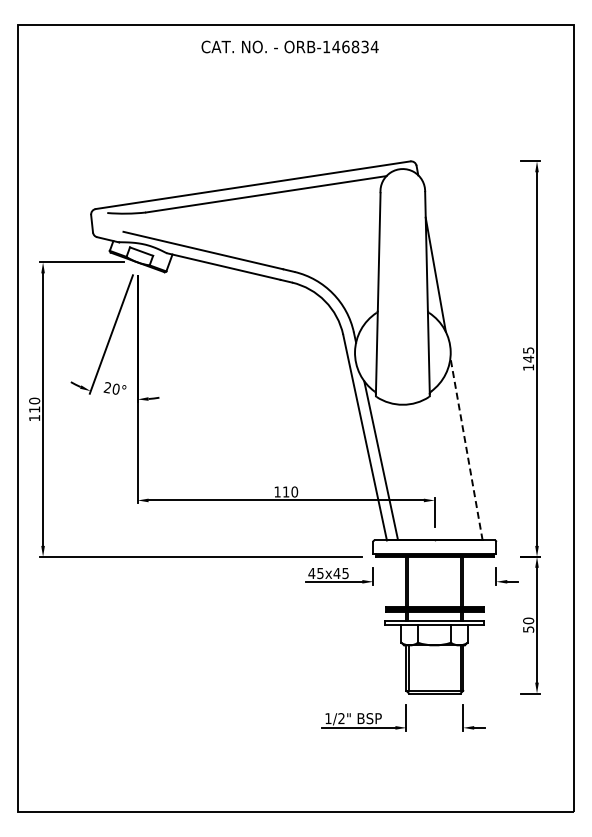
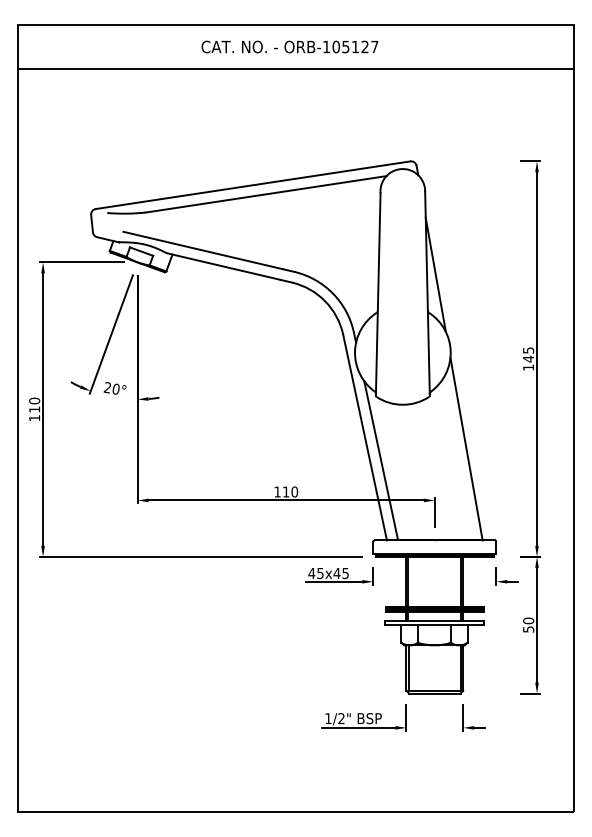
text at (355, 46): ORB-146834 -> ORB-105127
line at (295, 68): none -> present
line at (466, 449): dashed -> solid
